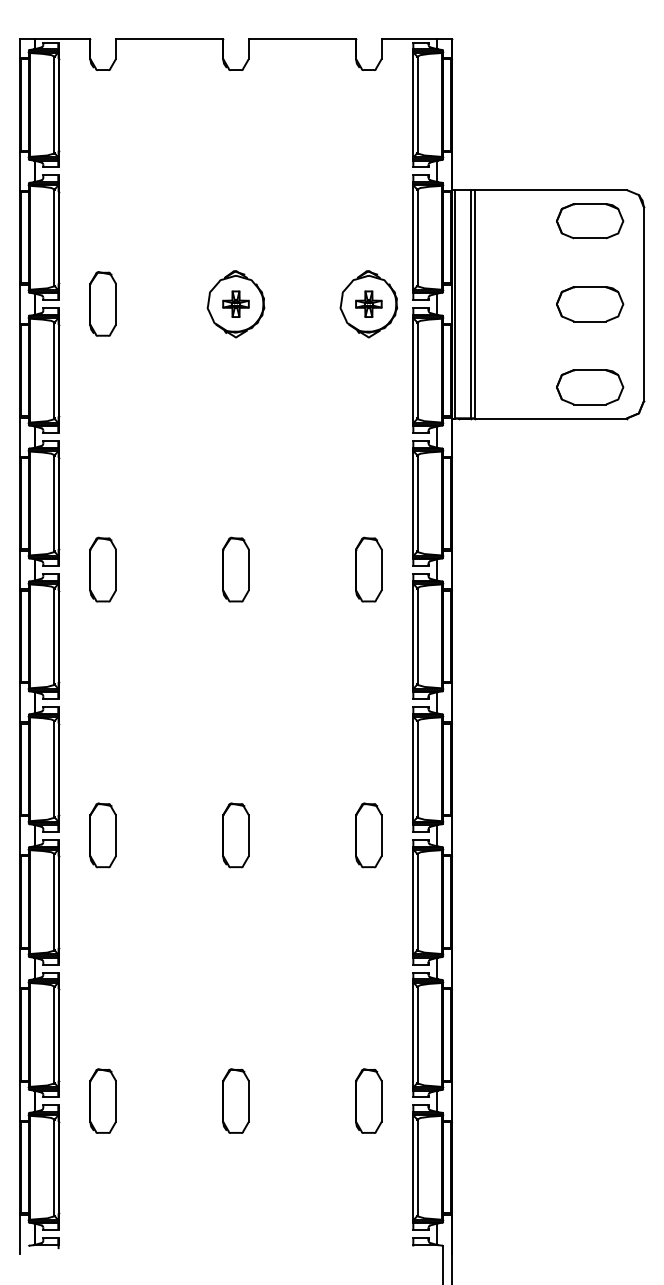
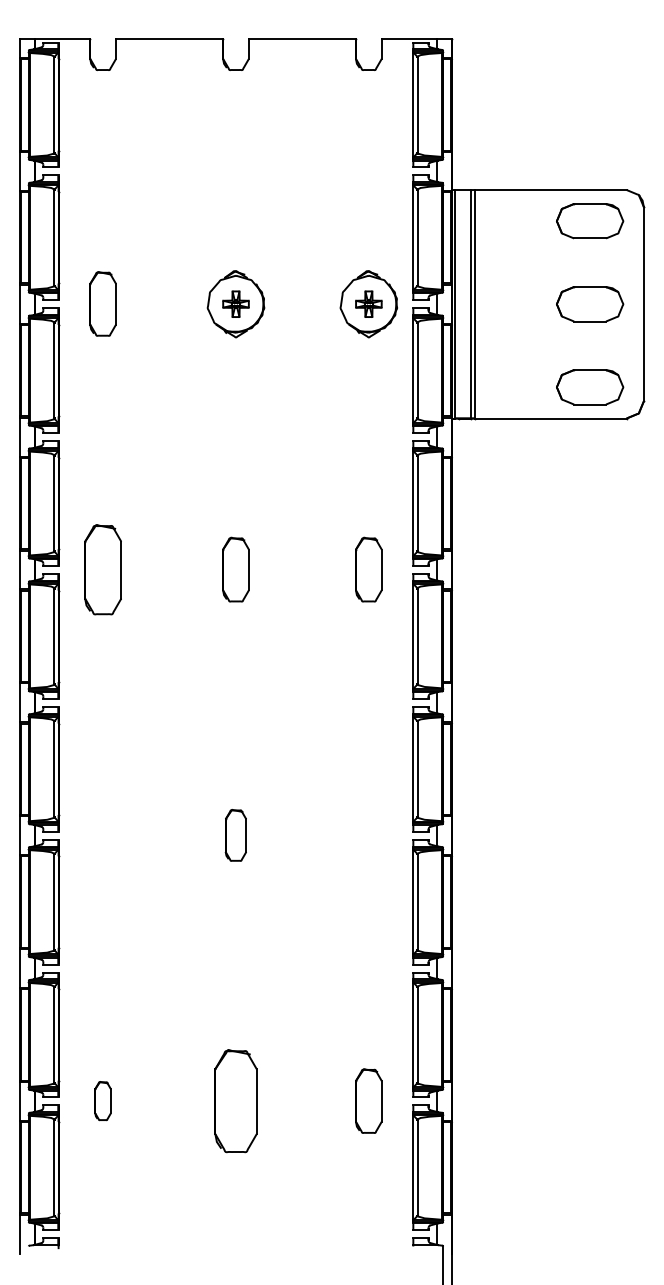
part at (102, 569) size: 28x67 px -> 38x92 px
part at (102, 835): present -> none
part at (235, 835) size: 28x67 px -> 23x53 px
part at (368, 835): present -> none
part at (102, 1100) size: 28x66 px -> 18x41 px
part at (235, 1100) size: 28x66 px -> 44x105 px
